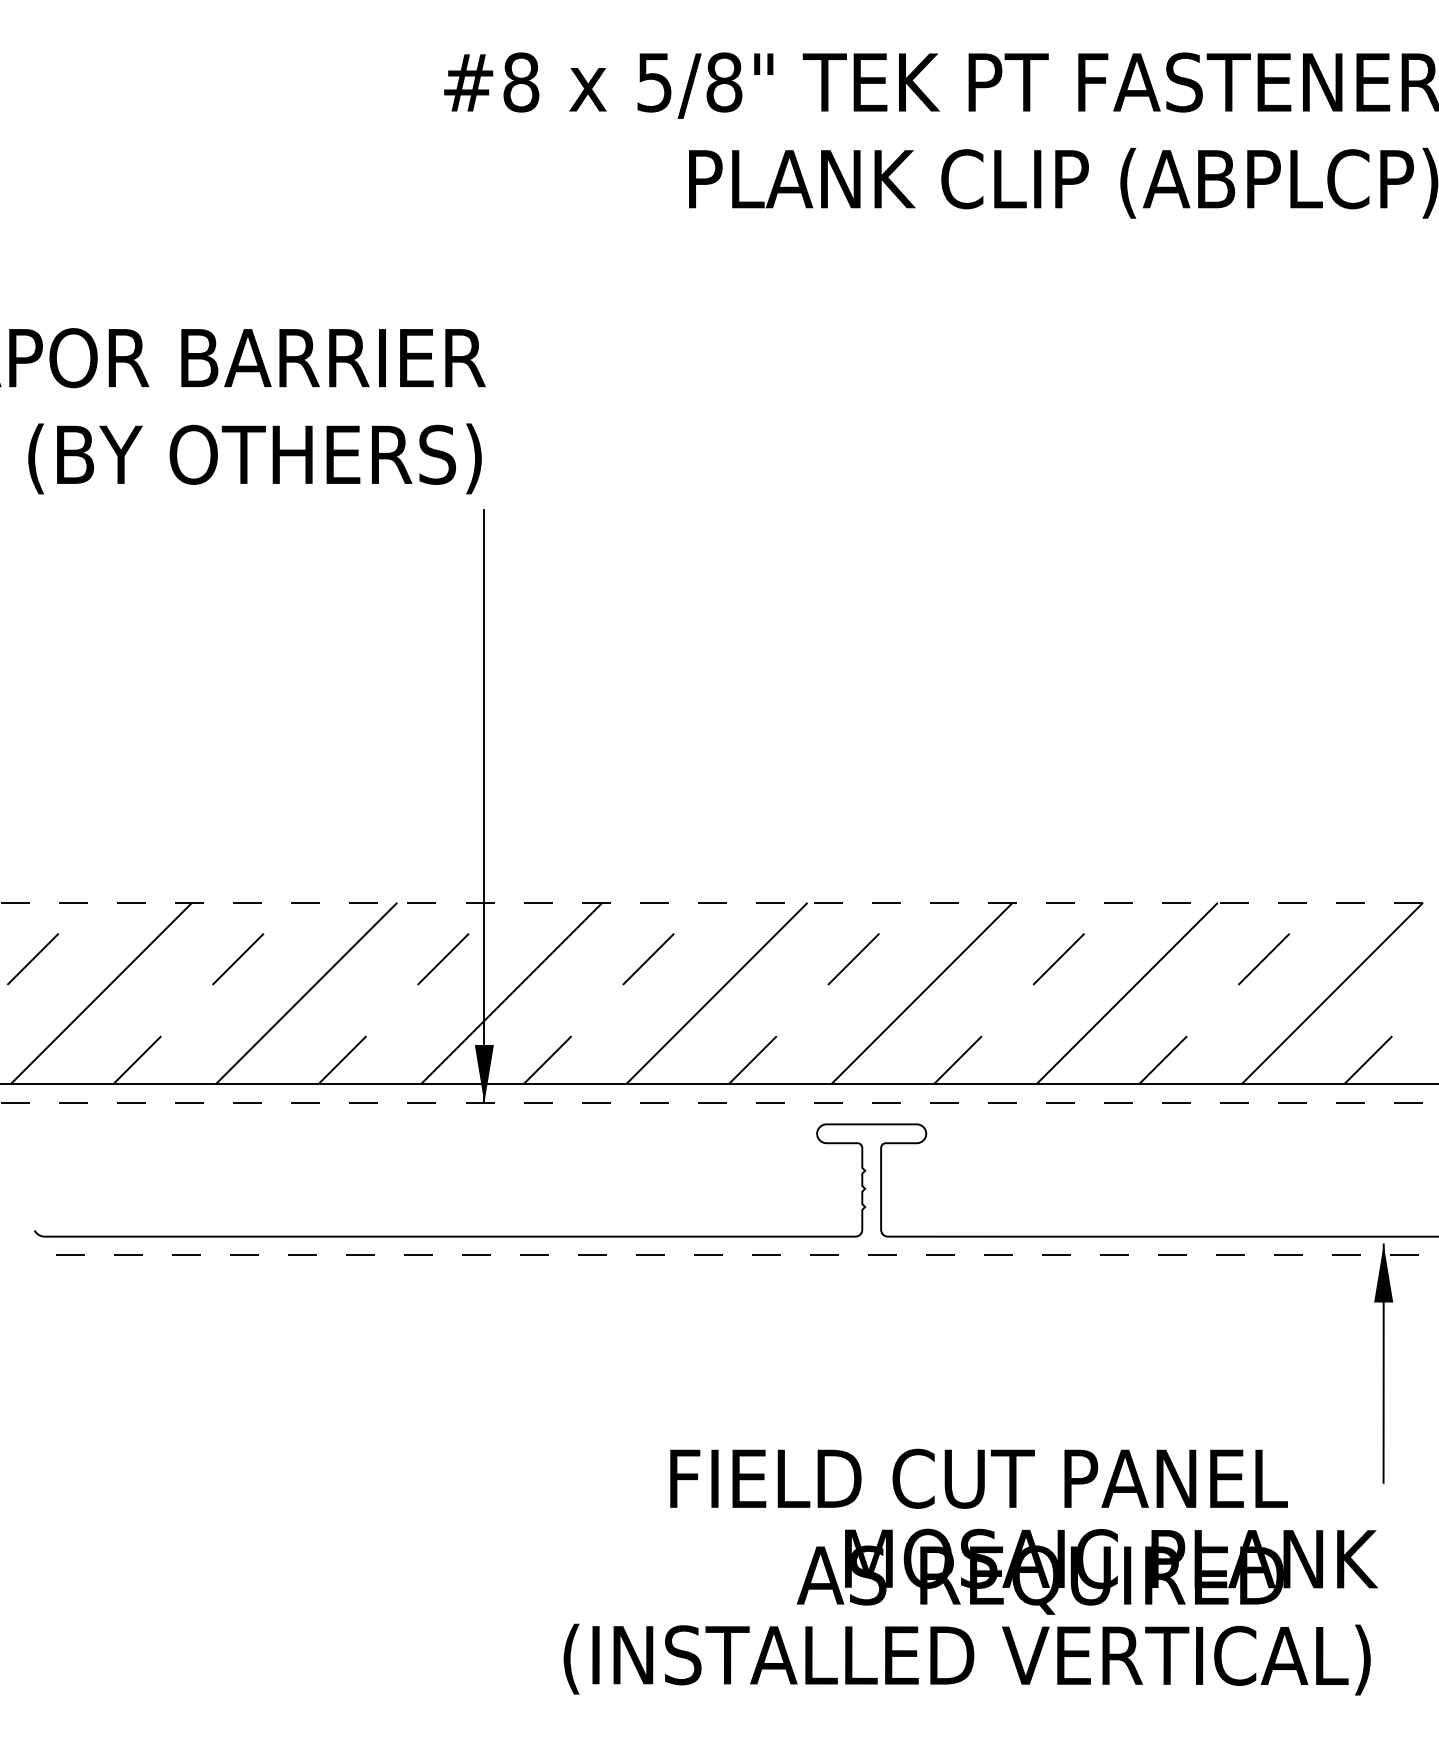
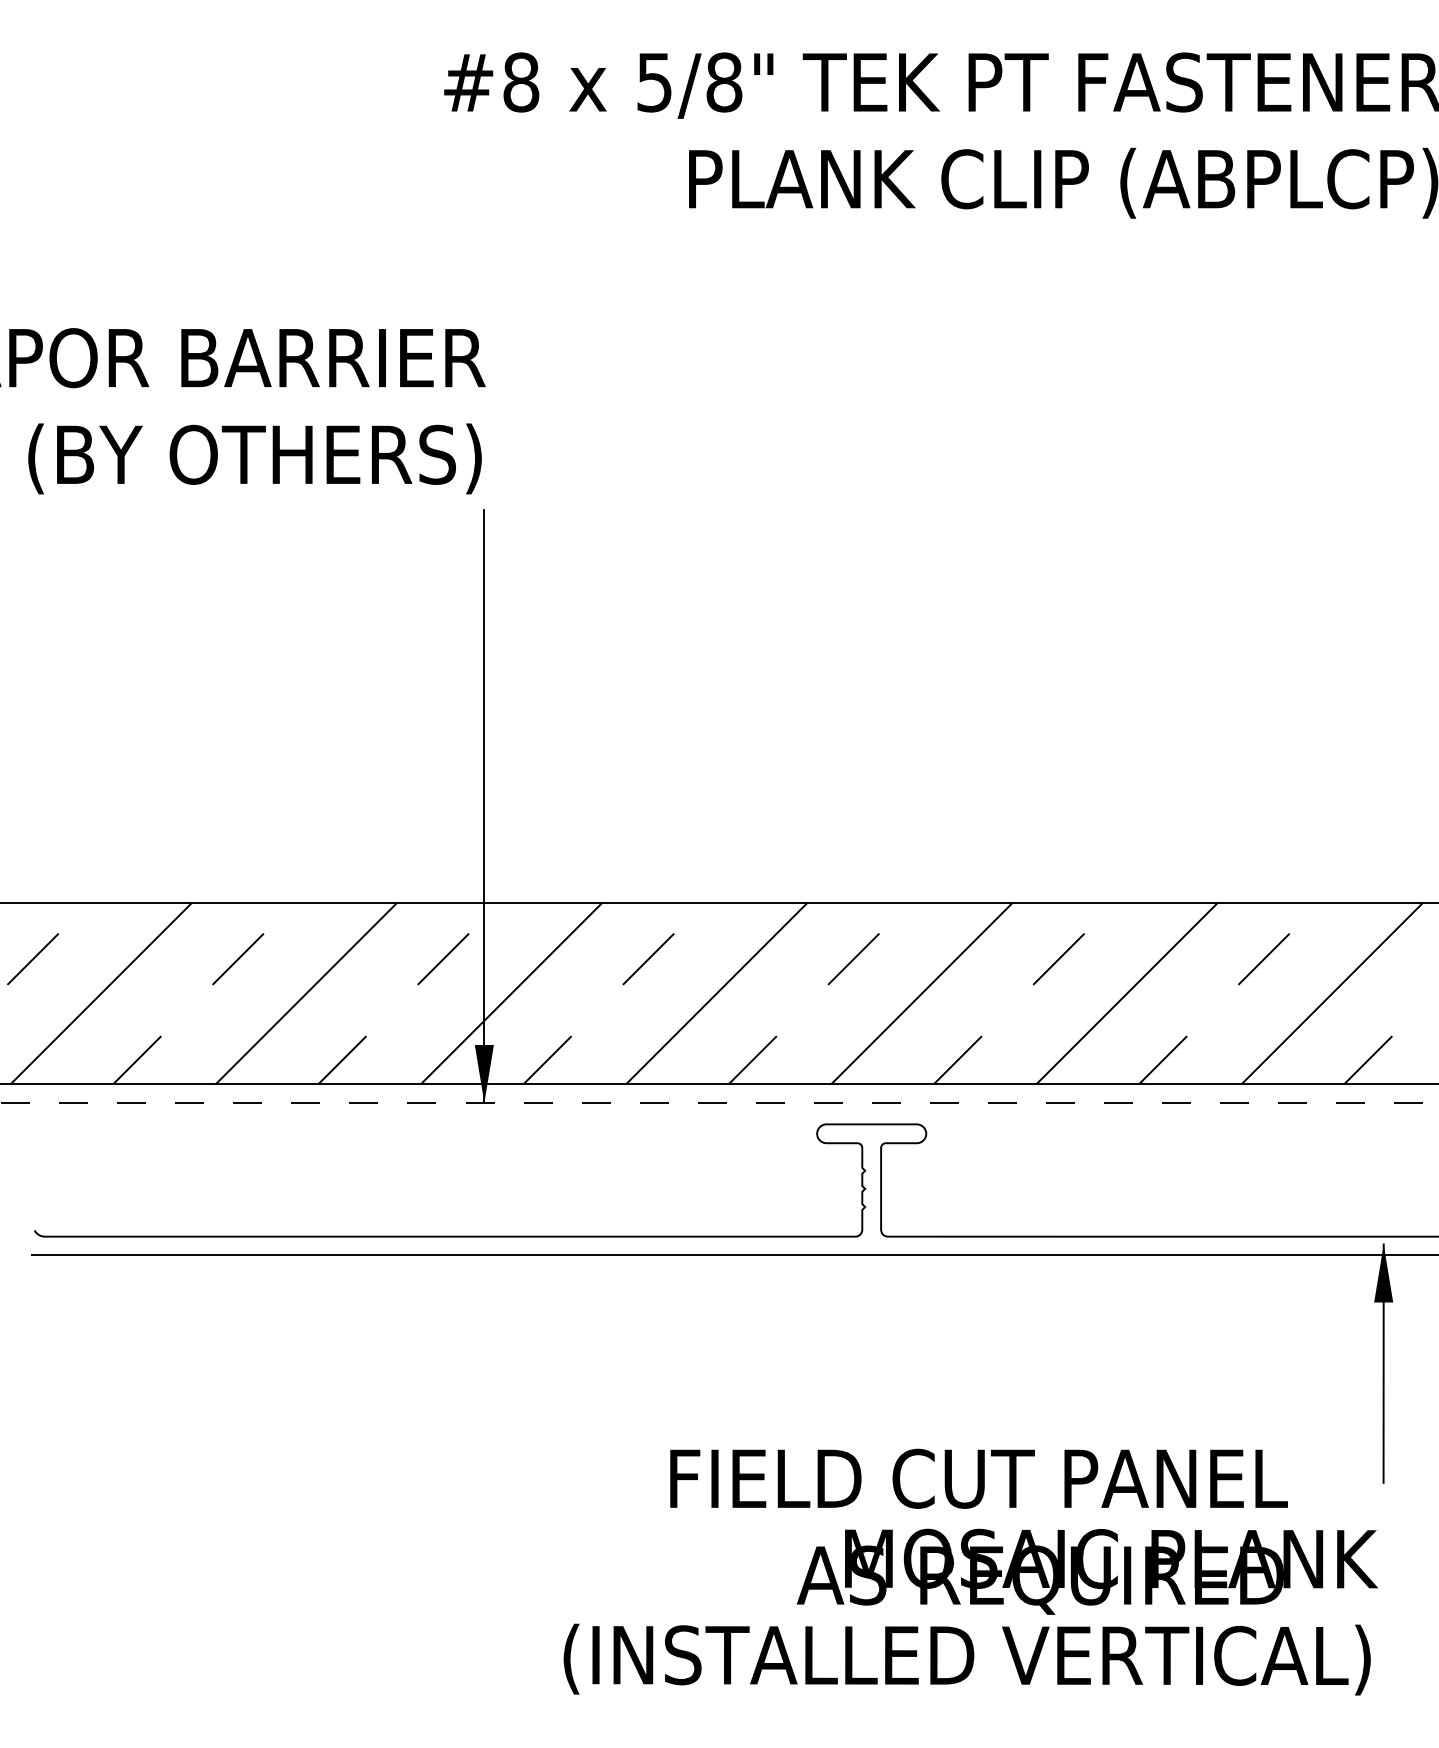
line at (719, 902): dashed -> solid
line at (734, 1254): dashed -> solid
